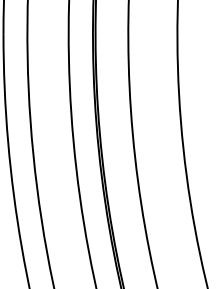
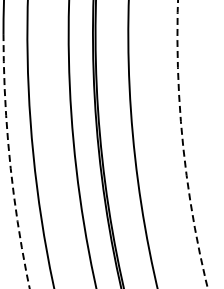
arc at (183, 145): solid -> dashed
arc at (10, 162): solid -> dashed
